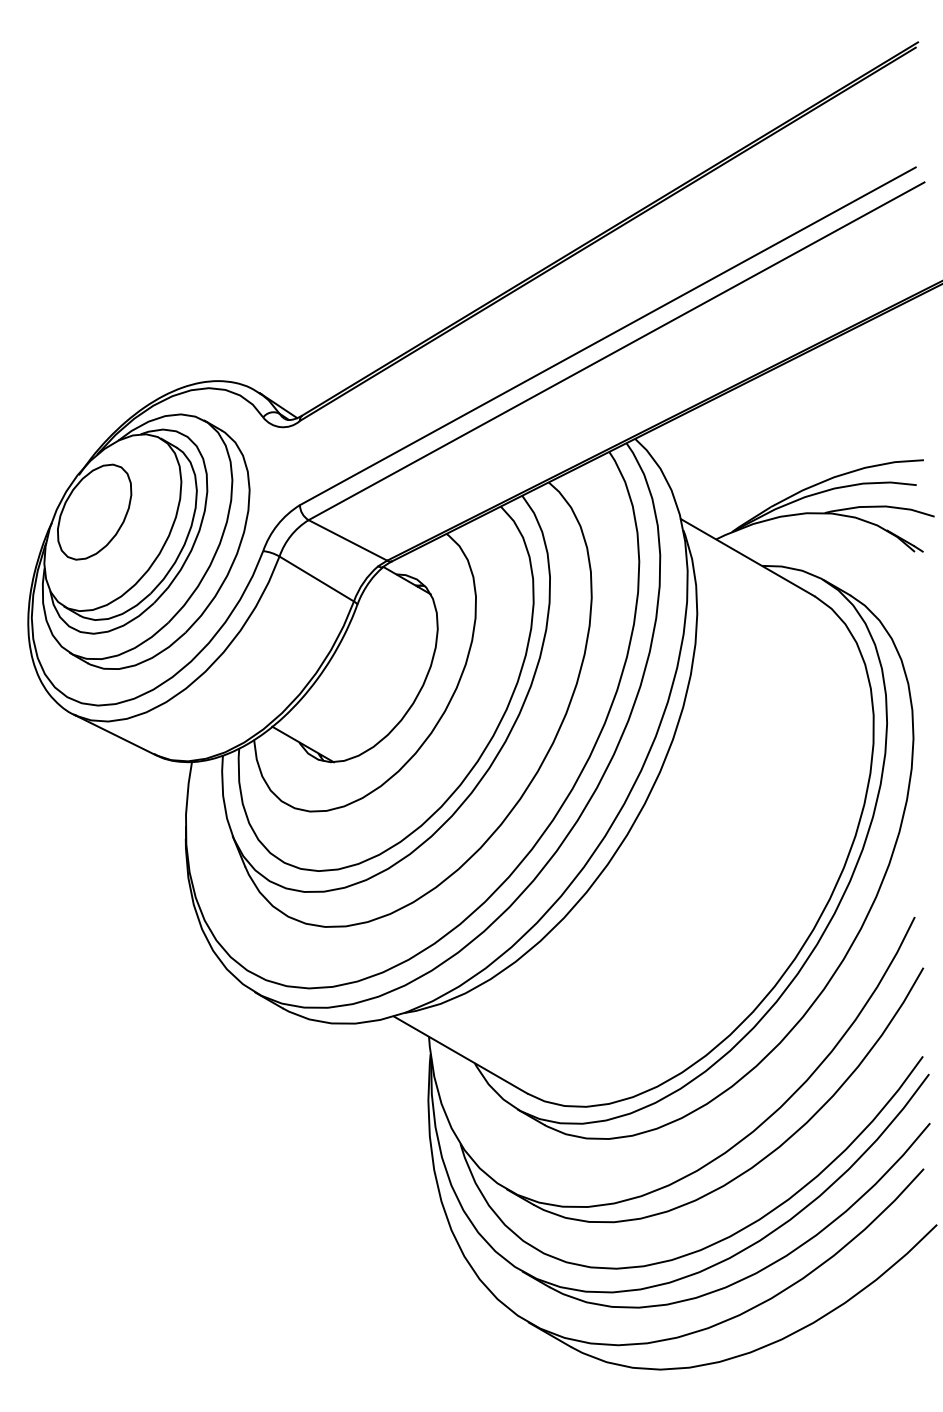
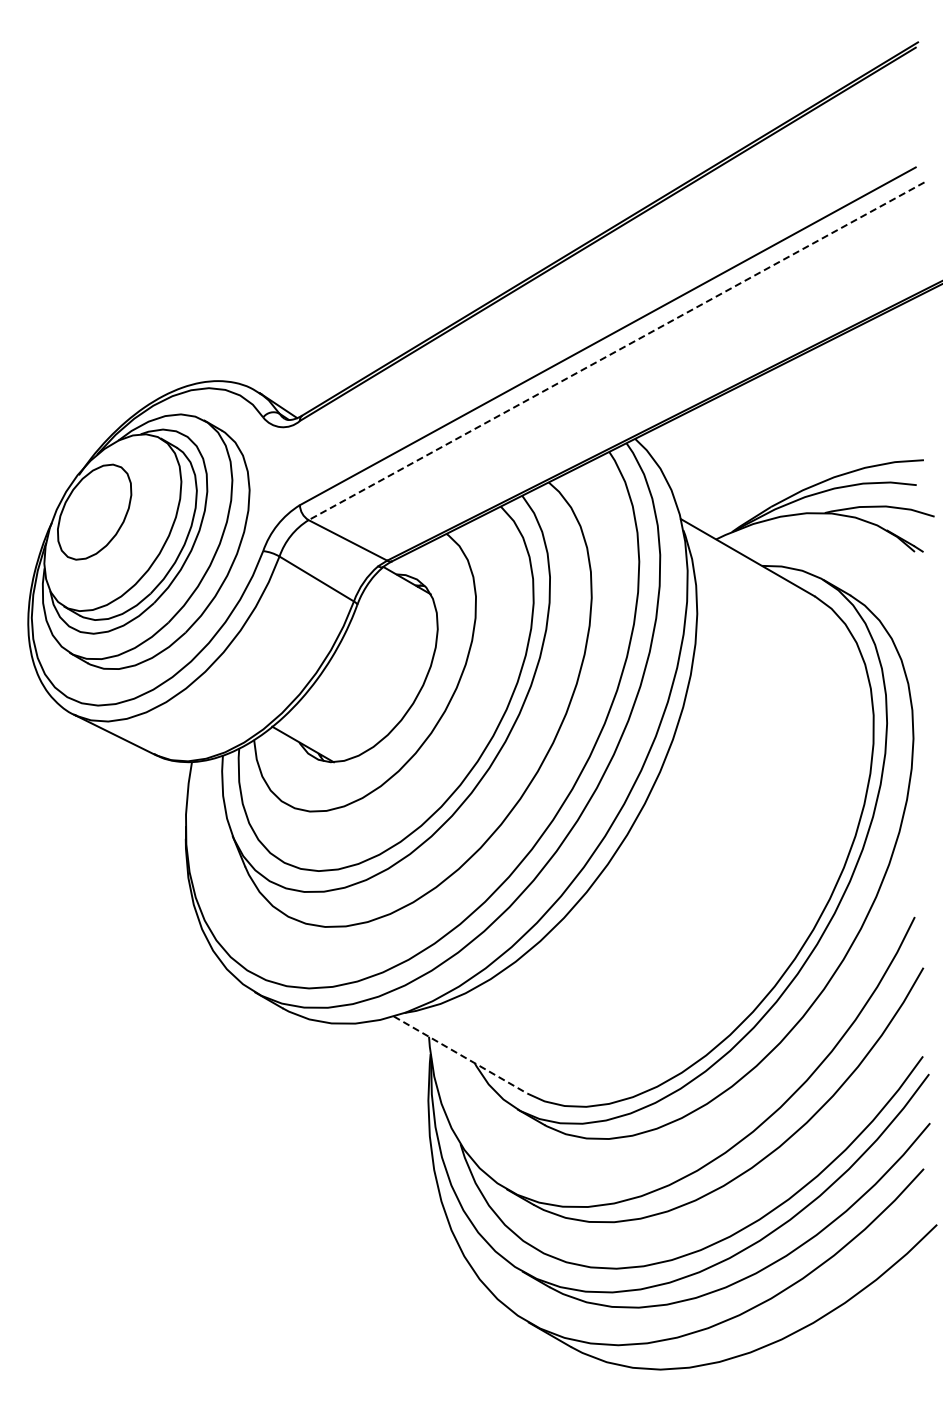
line at (616, 351): solid -> dashed
line at (461, 1055): solid -> dashed
